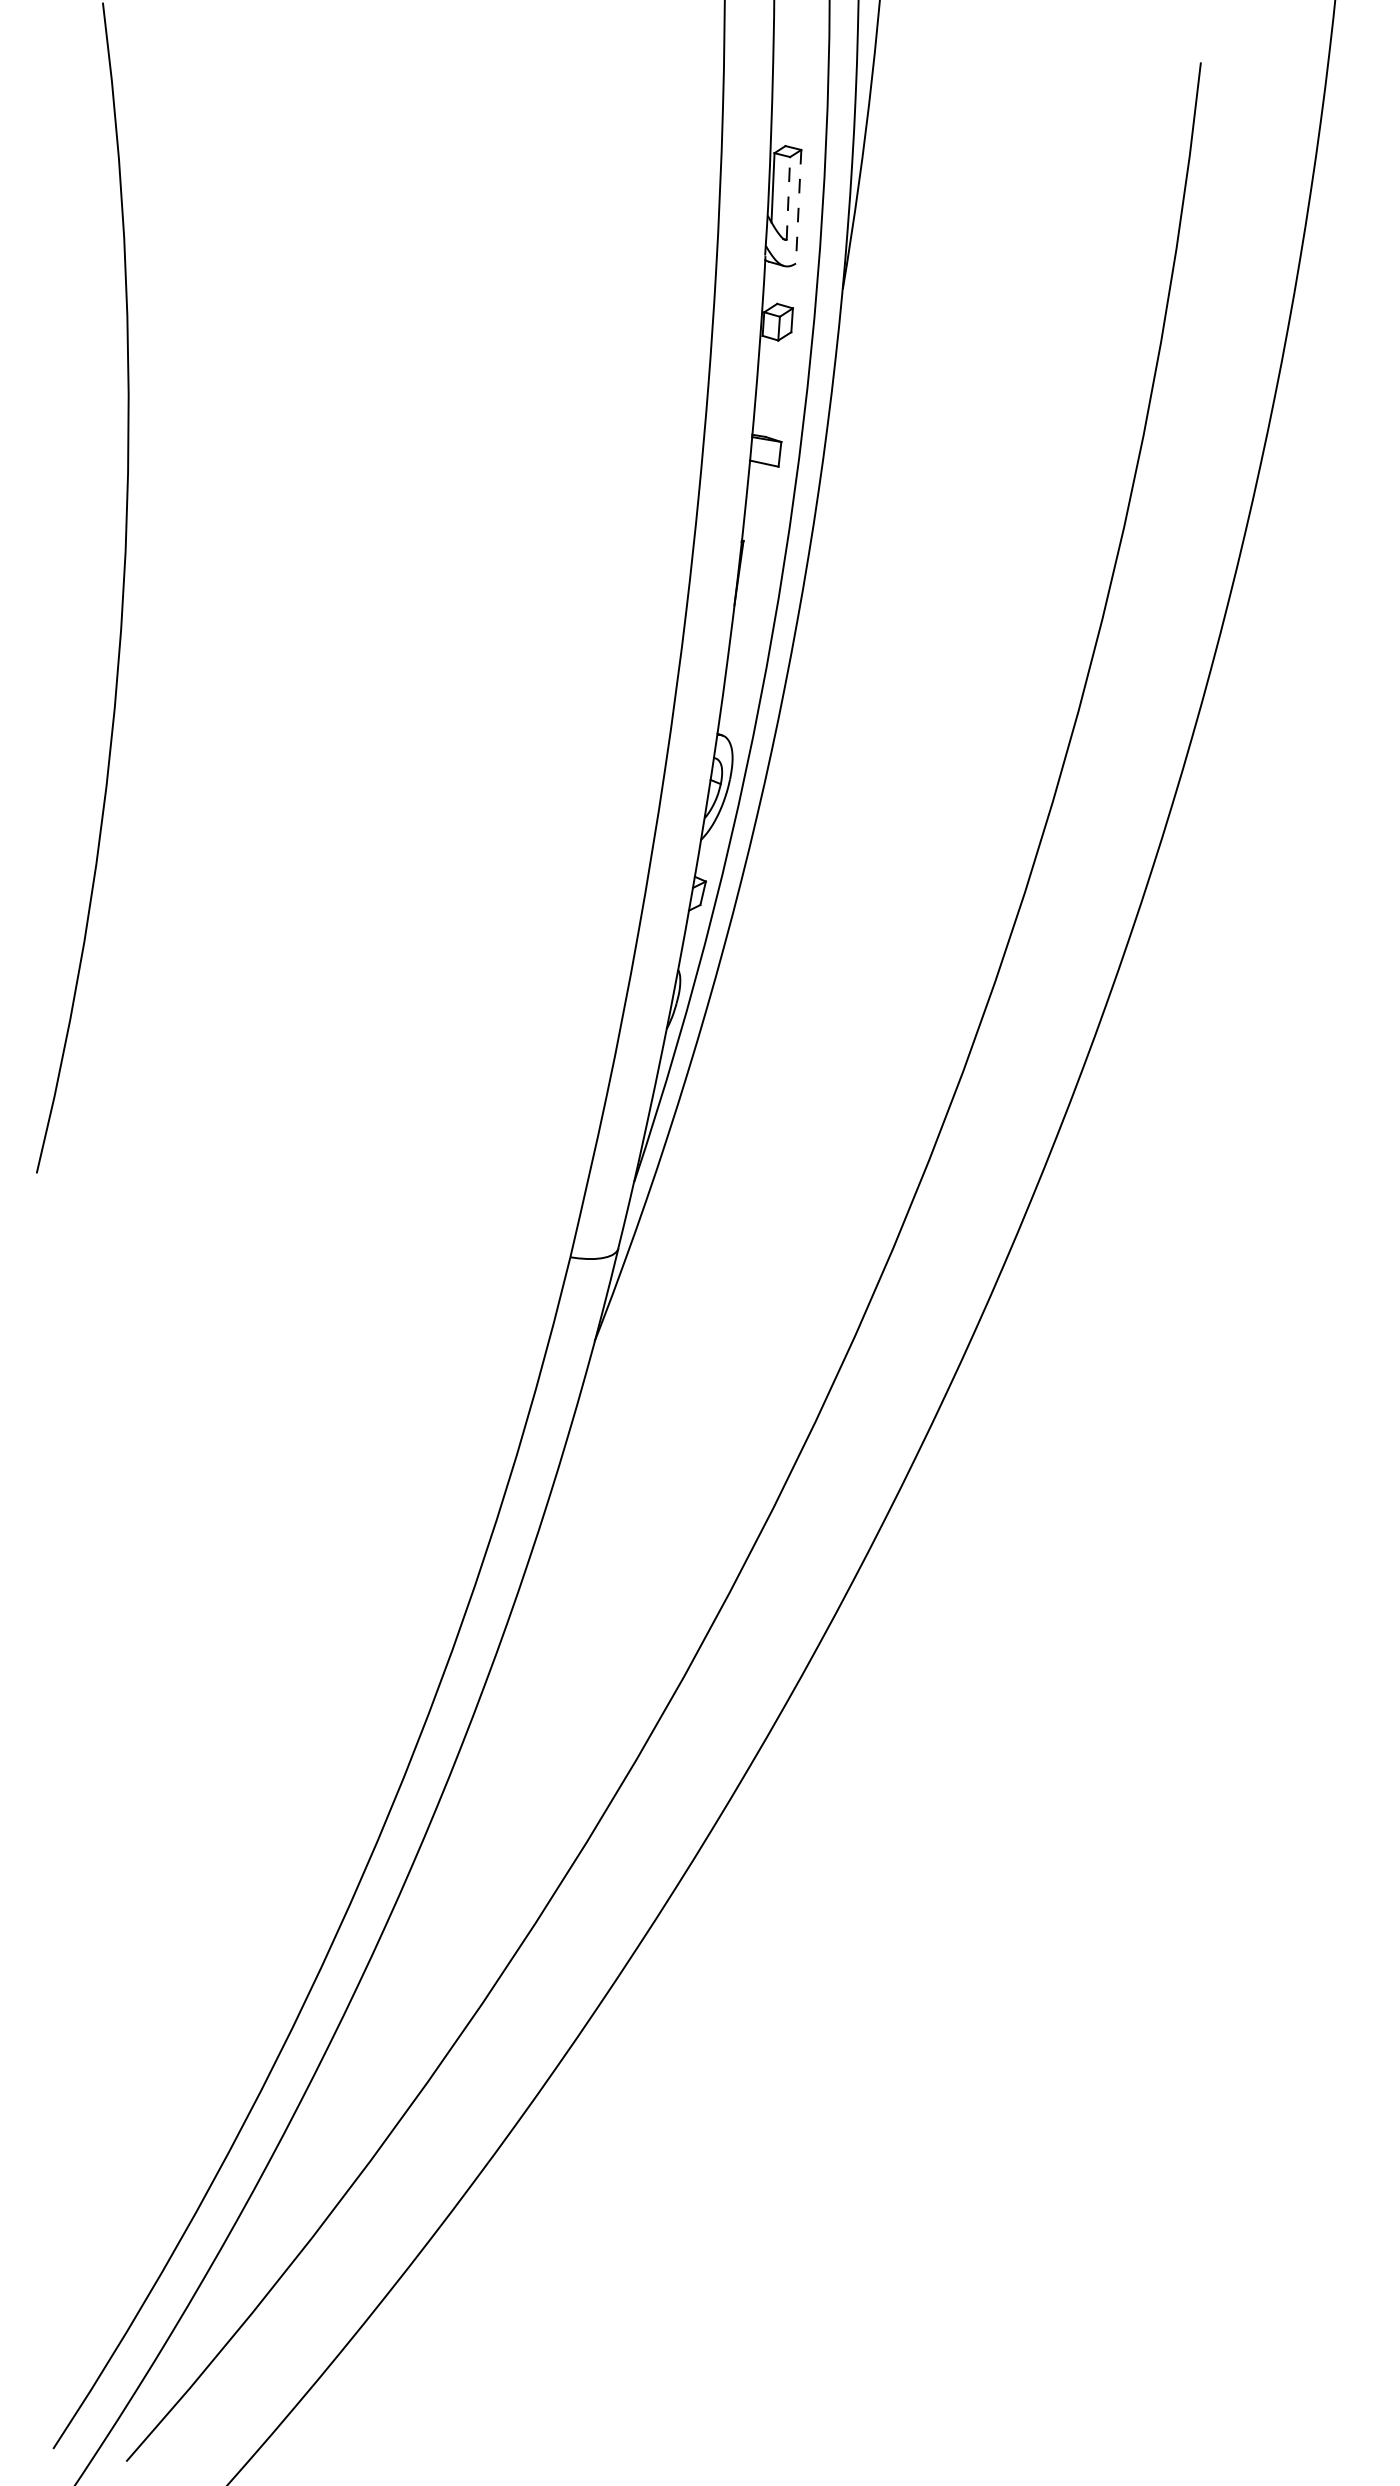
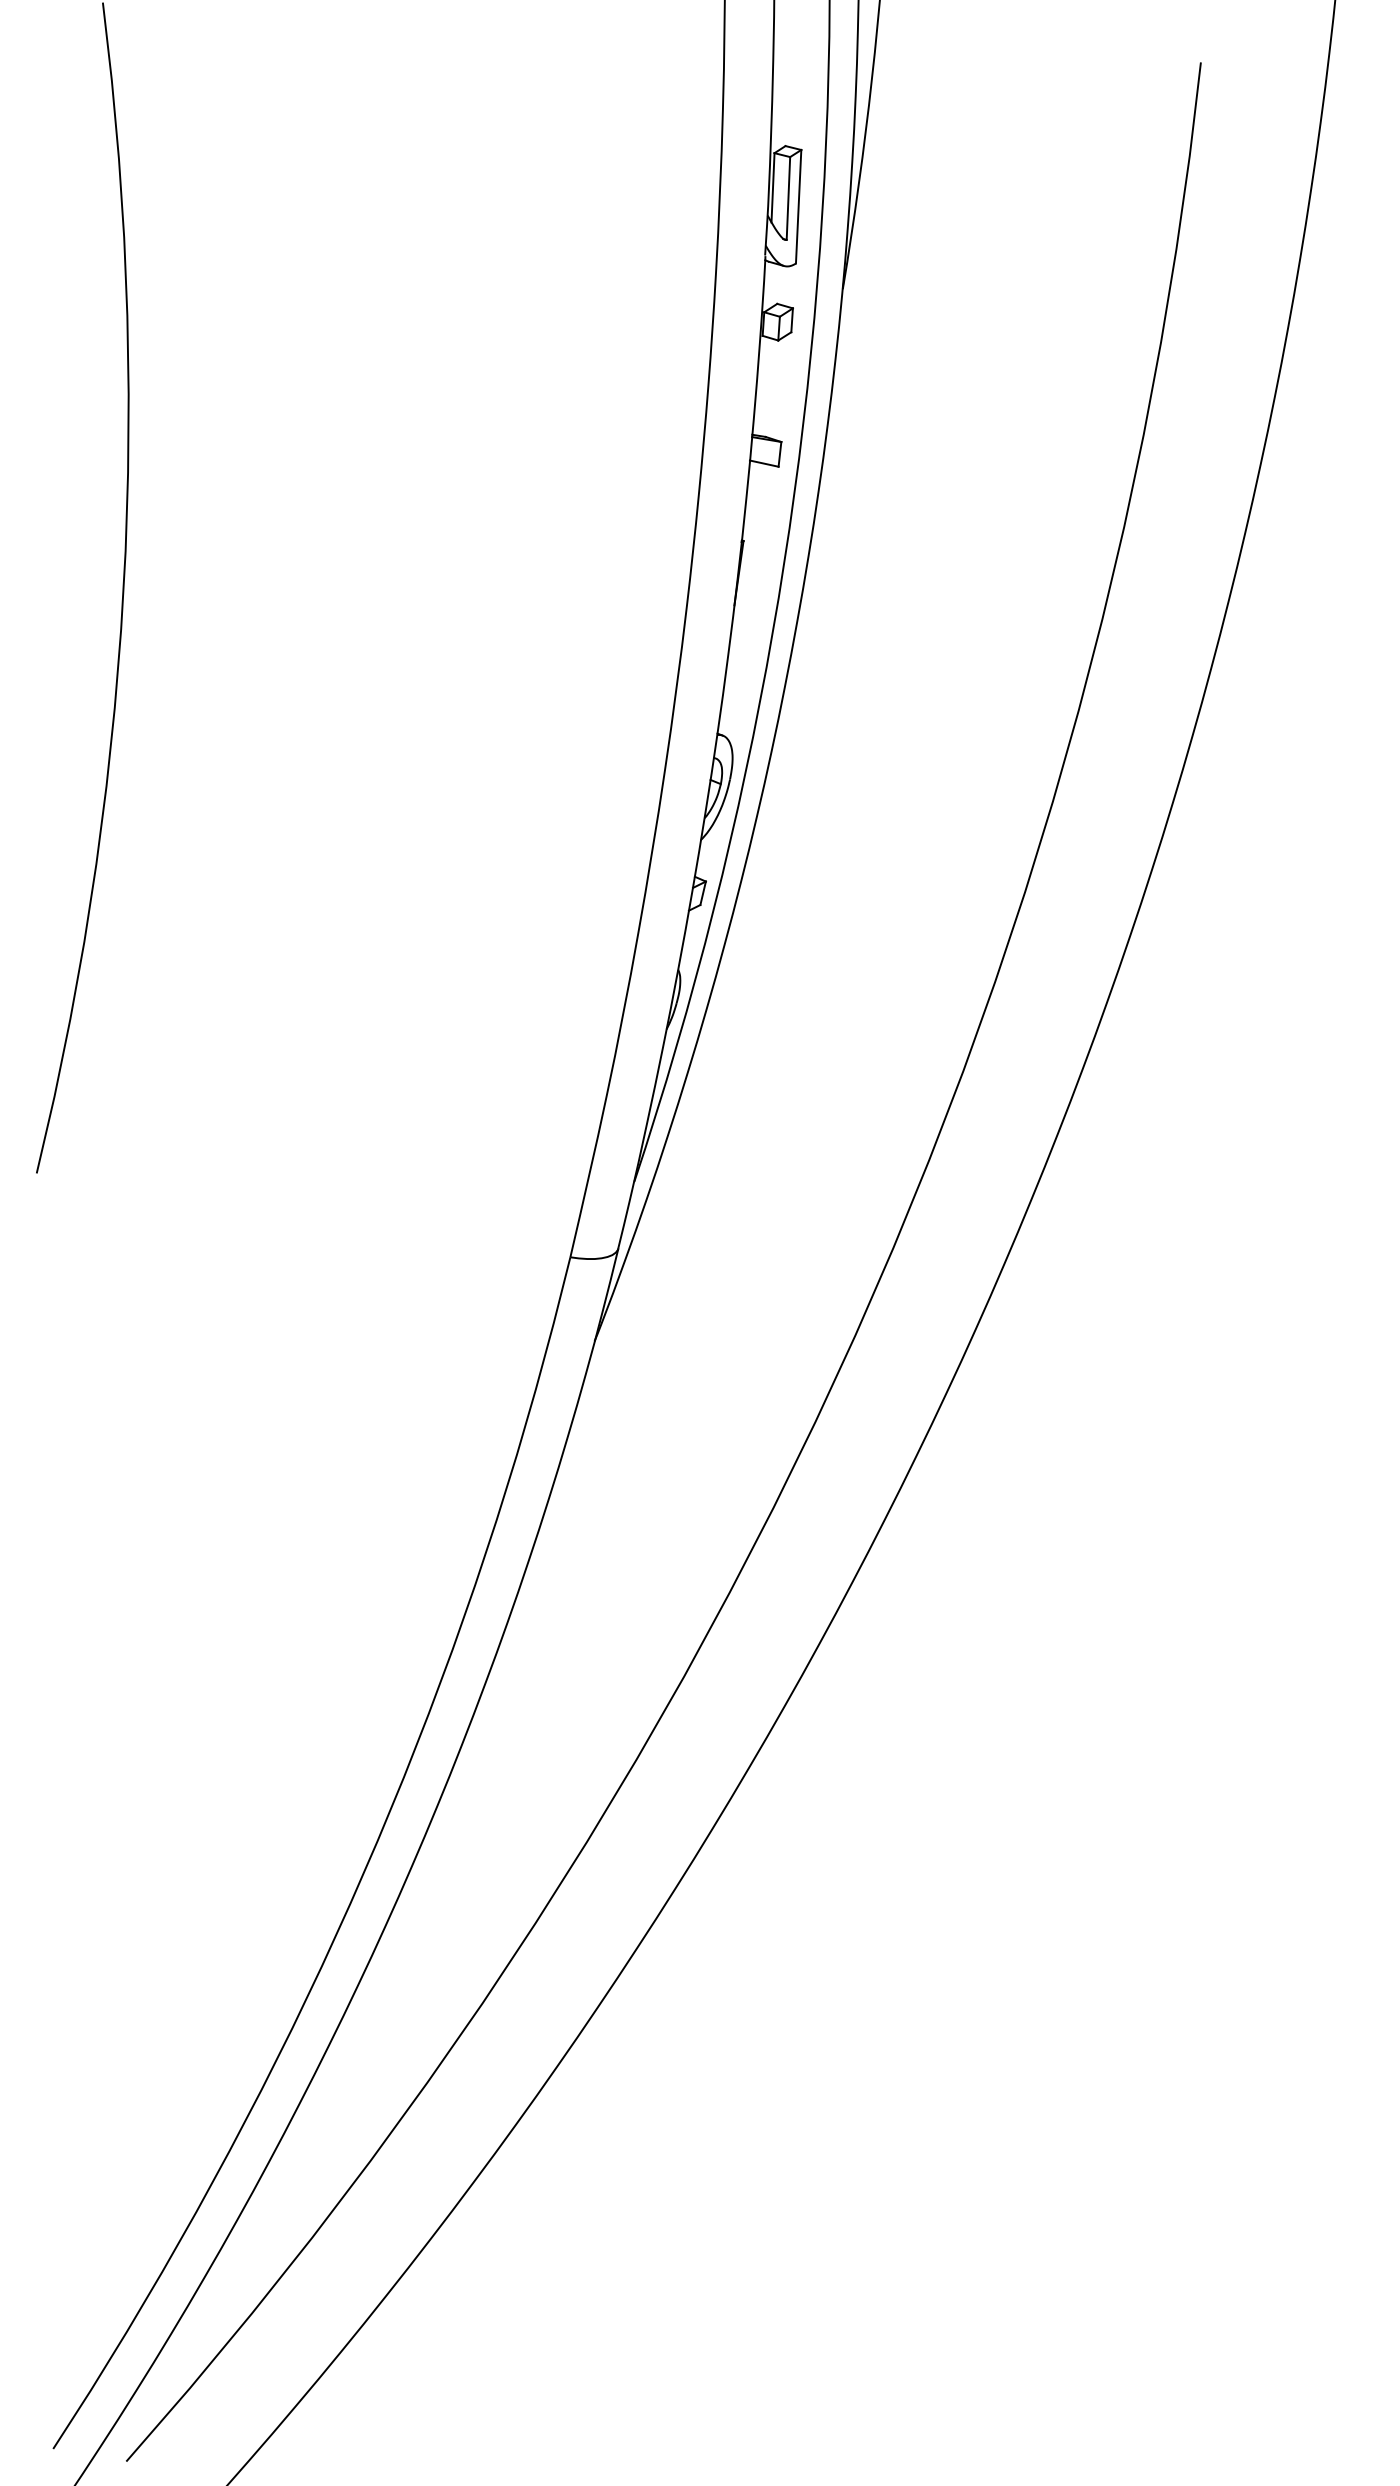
line at (788, 197): dashed -> solid
line at (798, 206): dashed -> solid
